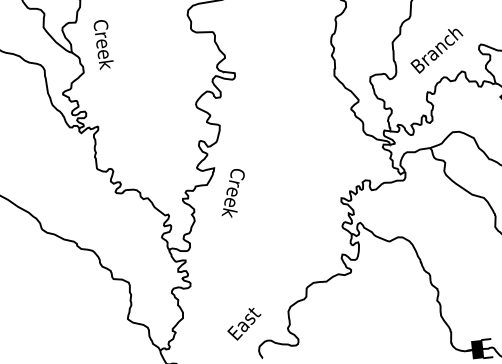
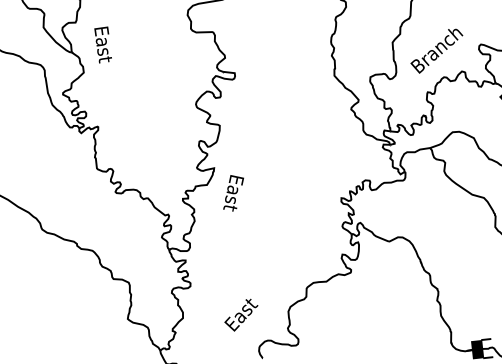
text at (103, 45): Creek -> East
text at (232, 193): Creek -> East
text at (244, 323) position: (244, 323) -> (241, 314)
